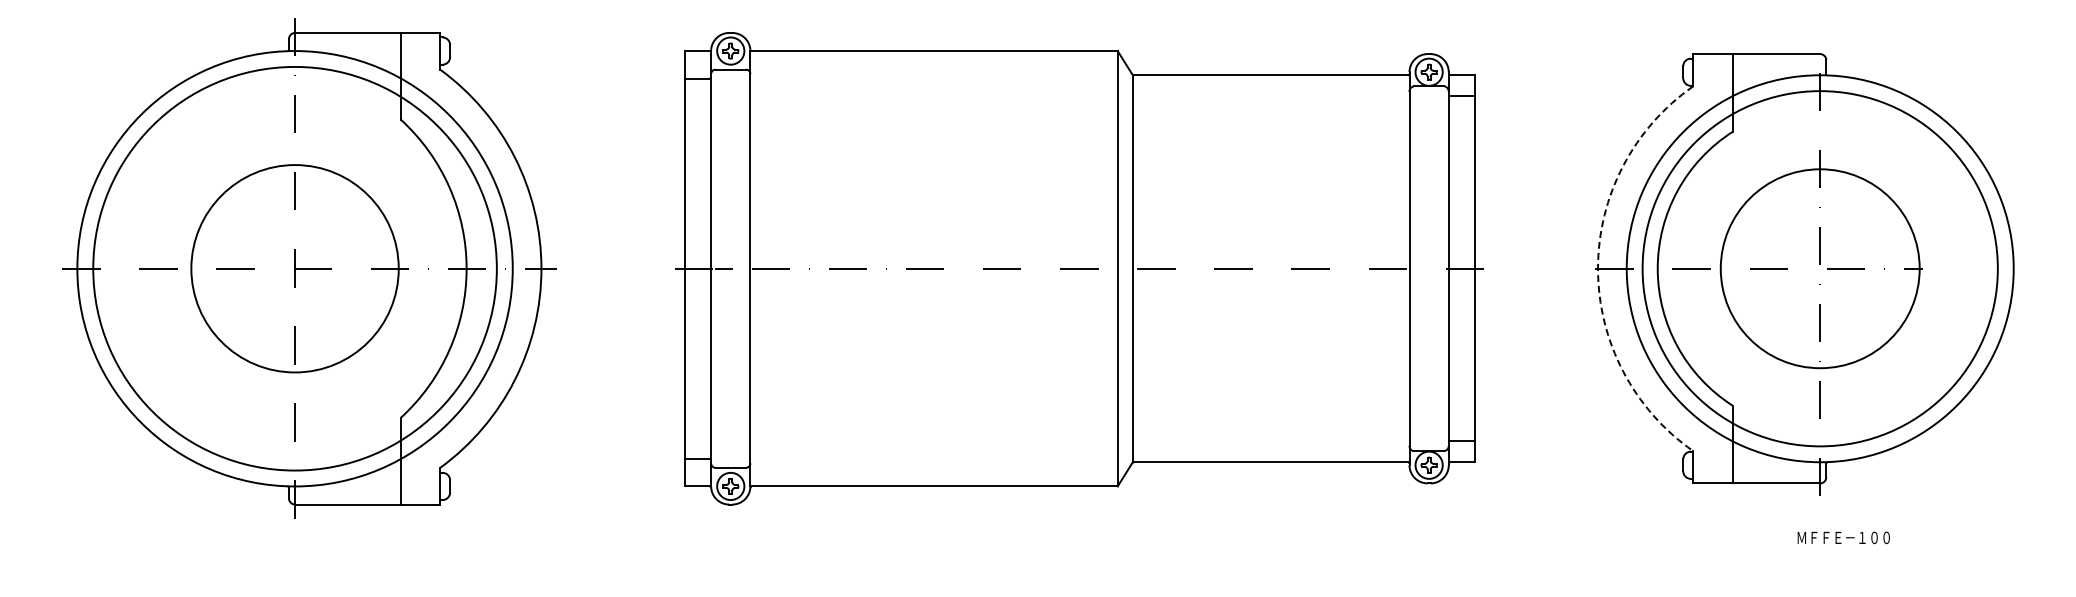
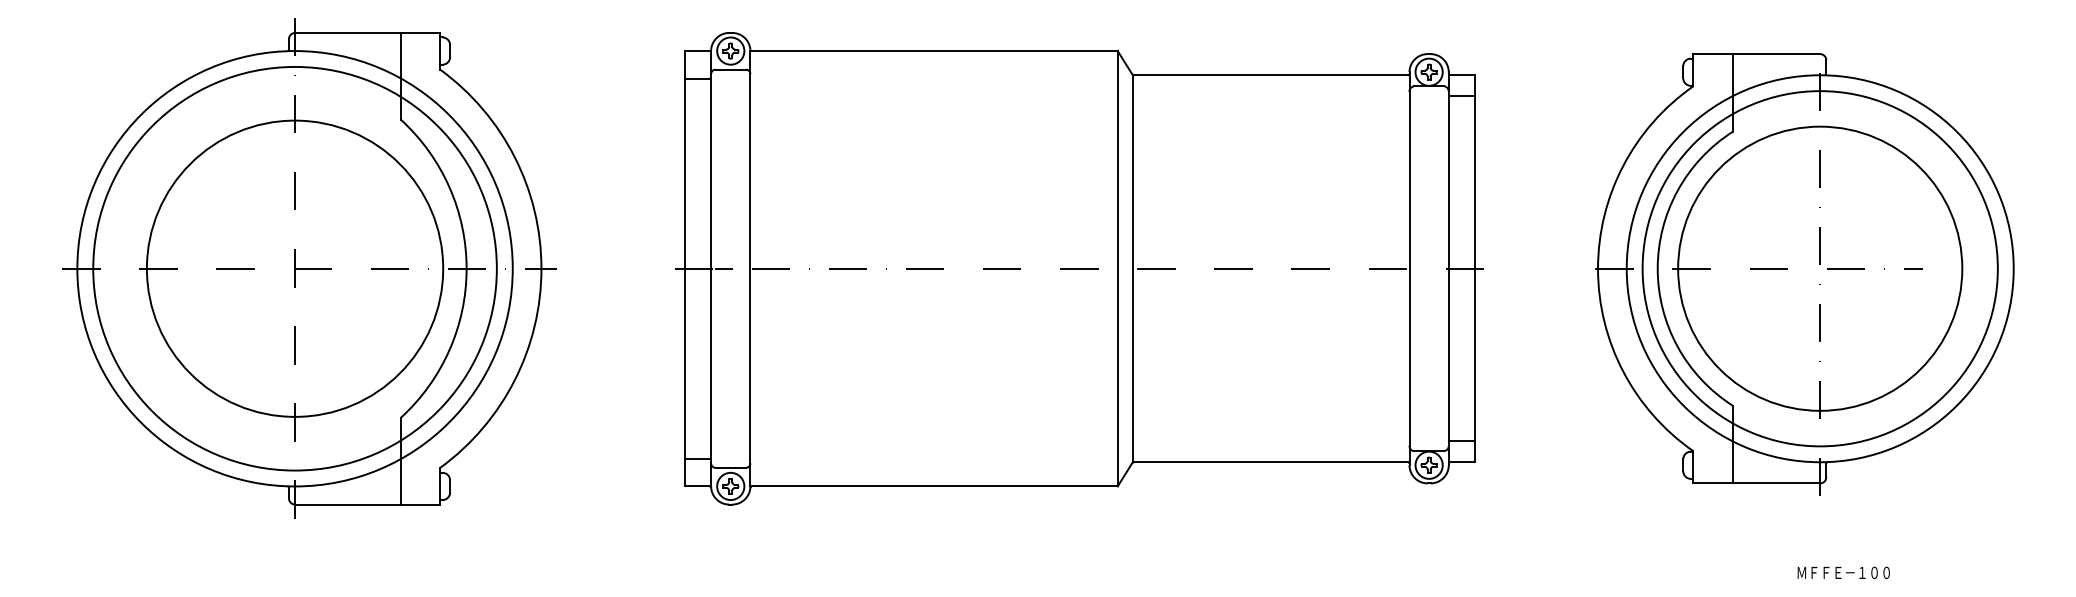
circle at (294, 268) diameter: 207 px -> 296 px
arc at (1598, 268): dashed -> solid
circle at (1819, 268) diameter: 199 px -> 284 px
text at (1843, 537) position: (1843, 537) -> (1843, 572)
